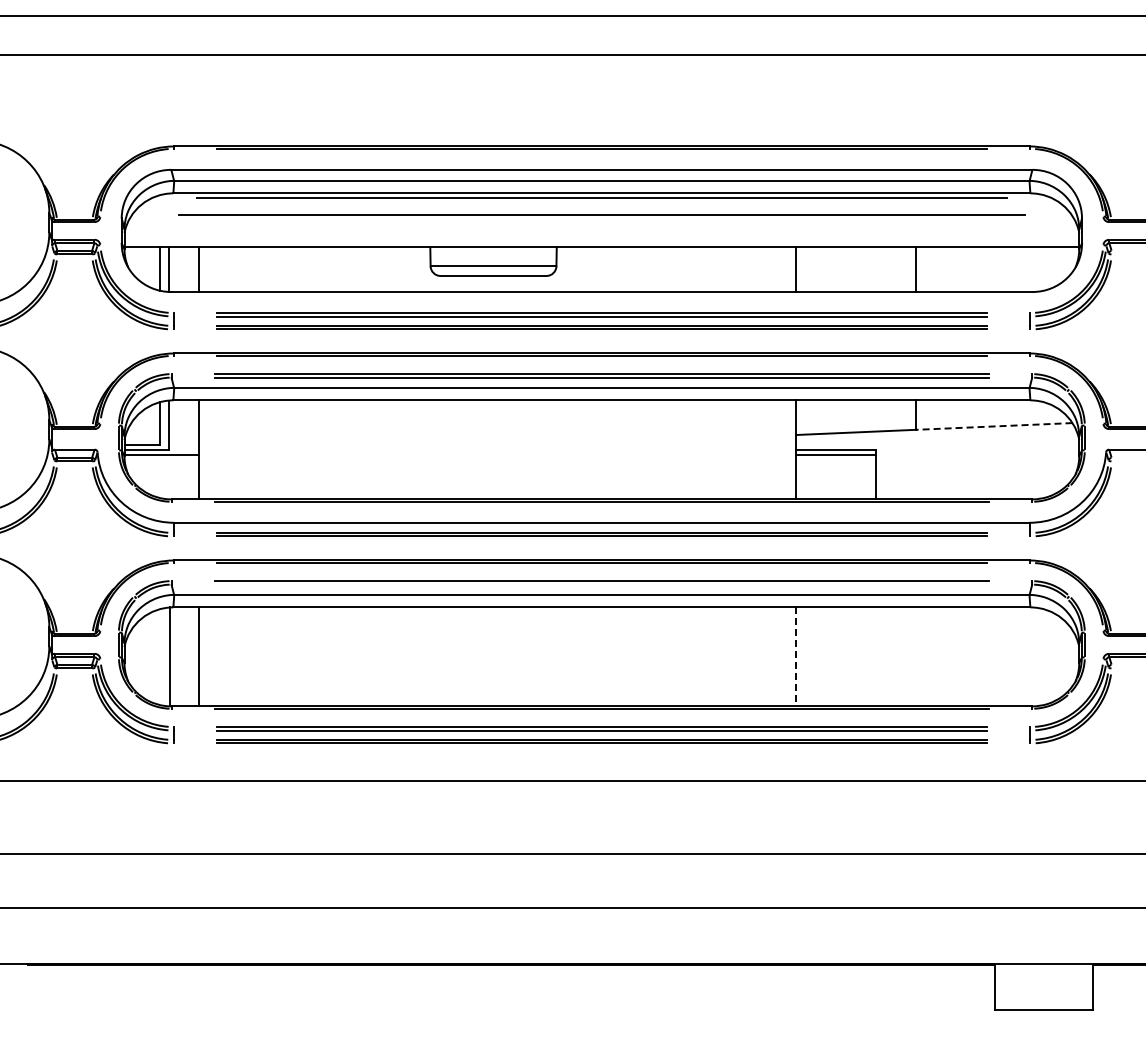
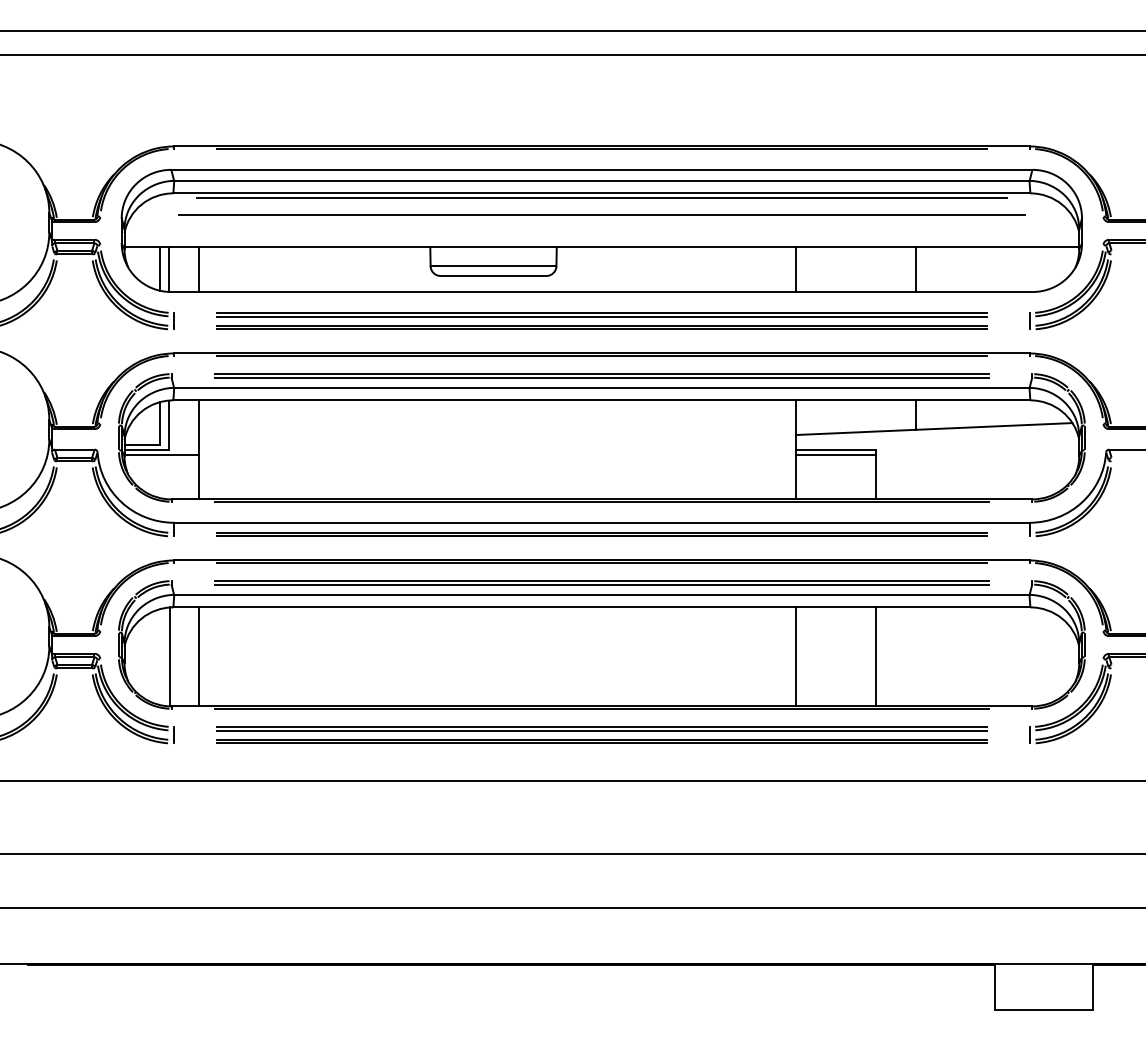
line at (572, 16) position: (572, 16) -> (572, 31)
line at (993, 426): dashed -> solid
line at (601, 584): none -> present
line at (795, 656): dashed -> solid
line at (876, 656): none -> present
